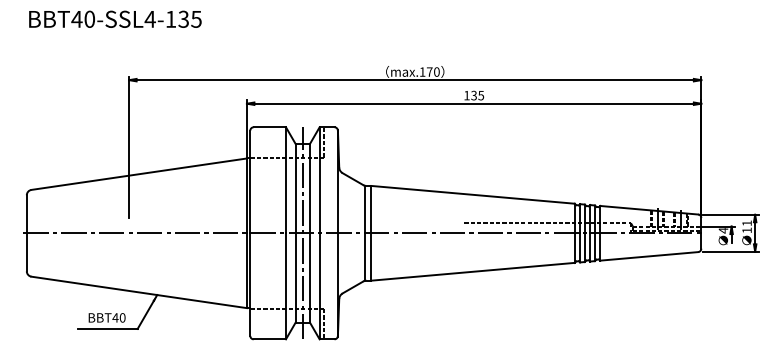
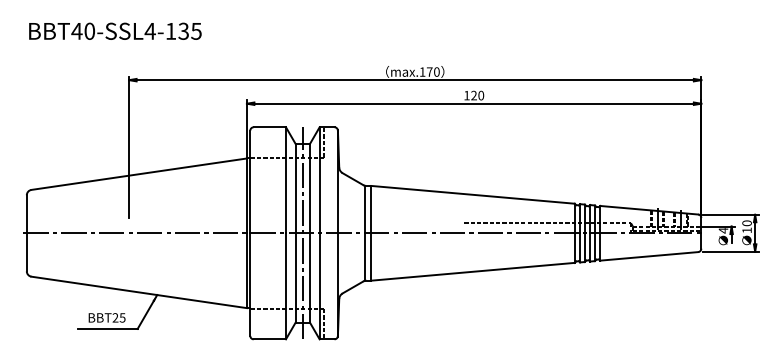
text at (115, 18) position: (115, 18) -> (115, 30)
text at (477, 95): 135 -> 120
text at (746, 223): 11 -> 10
text at (118, 317): BBT40 -> BBT25
